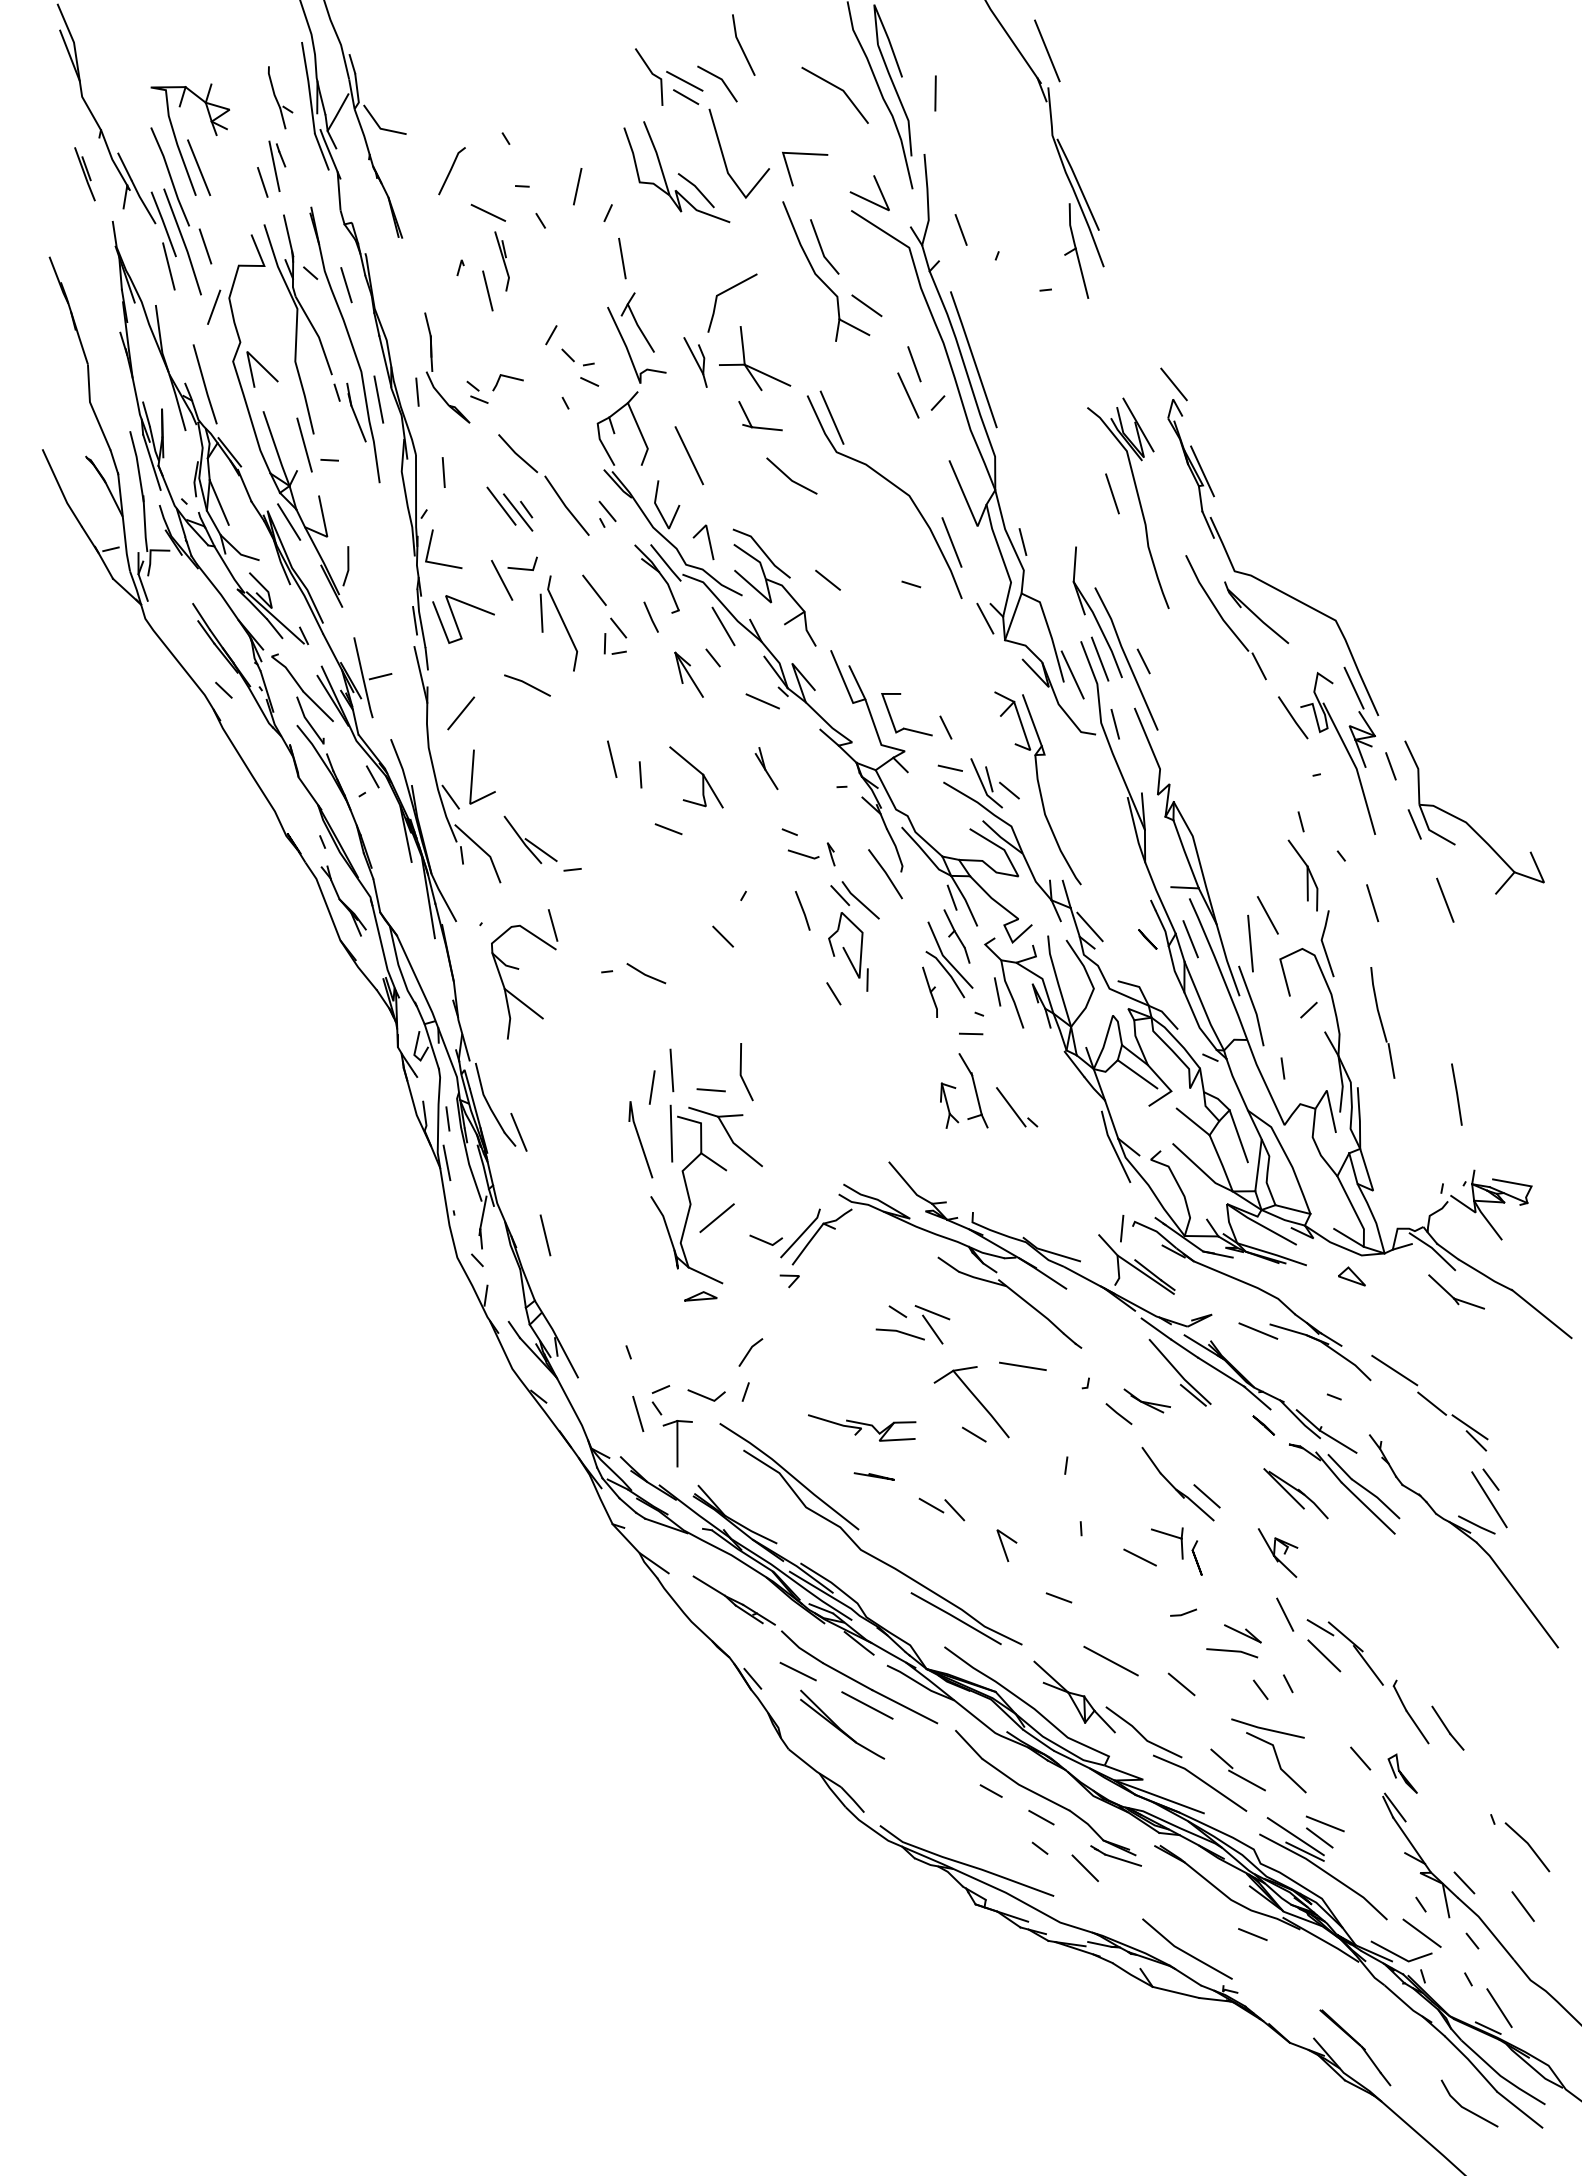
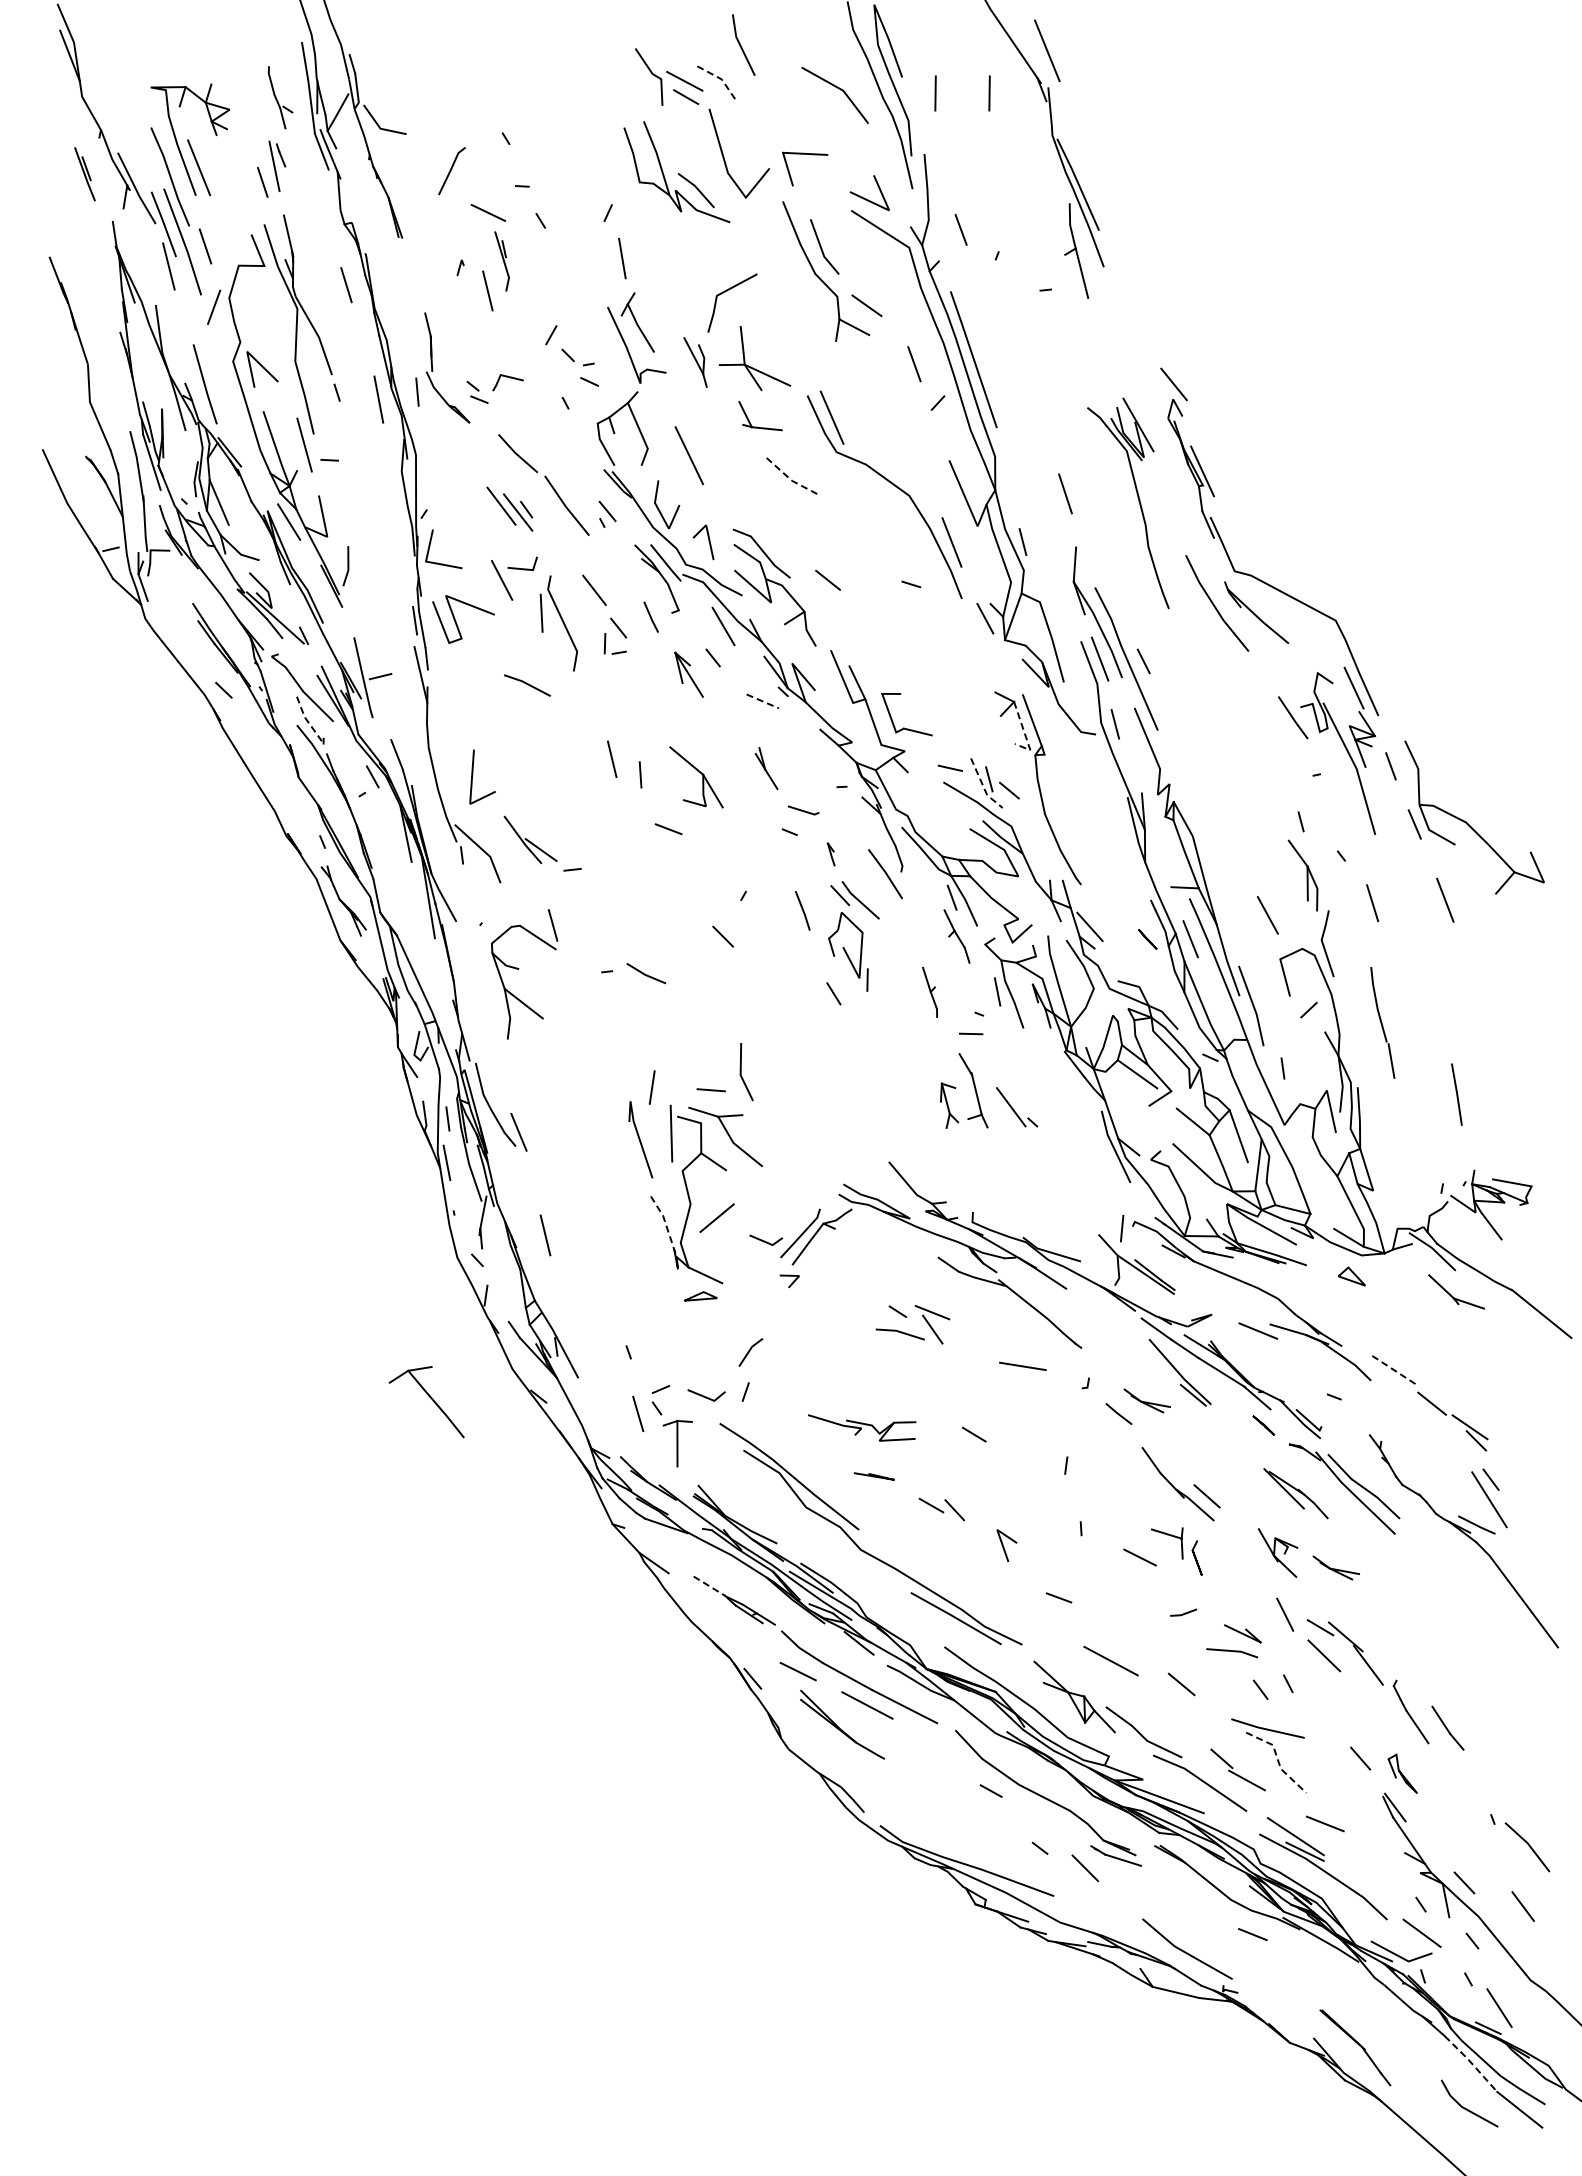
line at (721, 79): solid -> dashed
line at (989, 93): none -> present
line at (577, 186): present -> none
part at (349, 340): present -> none
line at (908, 395): present -> none
line at (443, 472): present -> none
line at (790, 479): solid -> dashed
line at (1112, 493) position: (1112, 493) -> (1065, 493)
line at (1258, 666): present -> none
line at (1072, 674): present -> none
line at (762, 701): solid -> dashed
line at (461, 713): present -> none
line at (307, 721): solid -> dashed
line at (945, 727): present -> none
line at (1025, 735): solid -> dashed
line at (983, 787): solid -> dashed
line at (450, 796): present -> none
line at (803, 854) position: (803, 854) -> (803, 810)
line at (1250, 943): present -> none
part at (949, 959): present -> none
line at (671, 1070): present -> none
line at (666, 1225): solid -> dashed
line at (1394, 1370): solid -> dashed
part at (971, 1402) position: (971, 1402) -> (426, 1402)
line at (1337, 1441): present -> none
part at (1335, 1567): none -> present
line at (709, 1586): solid -> dashed
line at (1277, 1759): solid -> dashed
line at (1041, 1817): present -> none
line at (1319, 1837): present -> none
line at (1471, 2063): solid -> dashed
